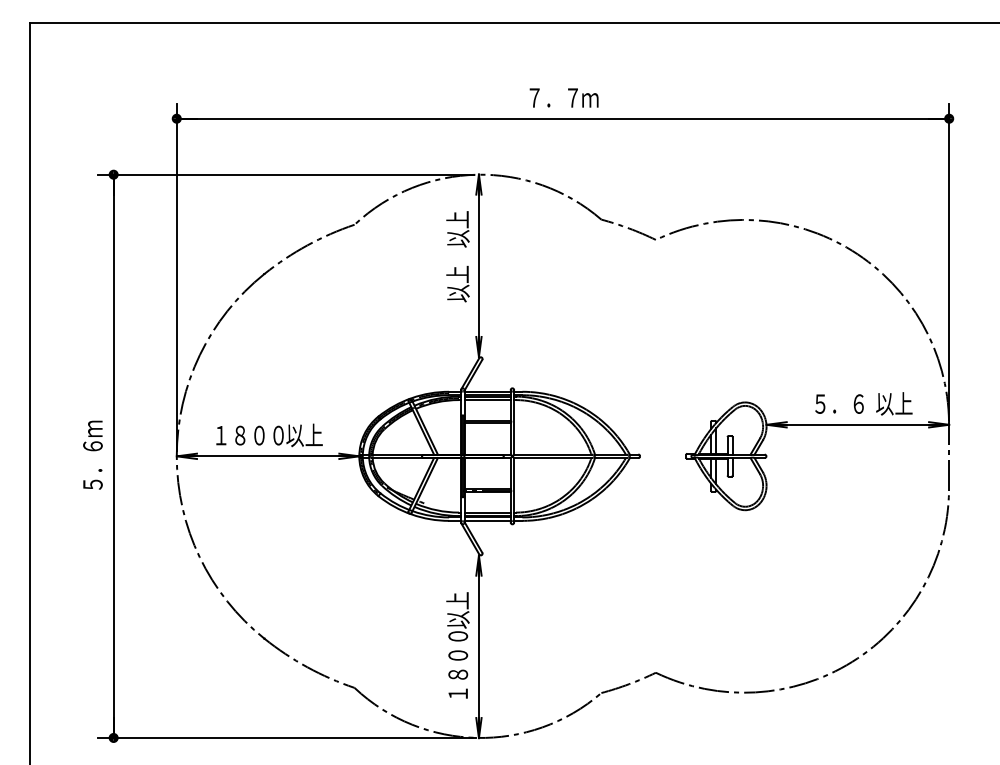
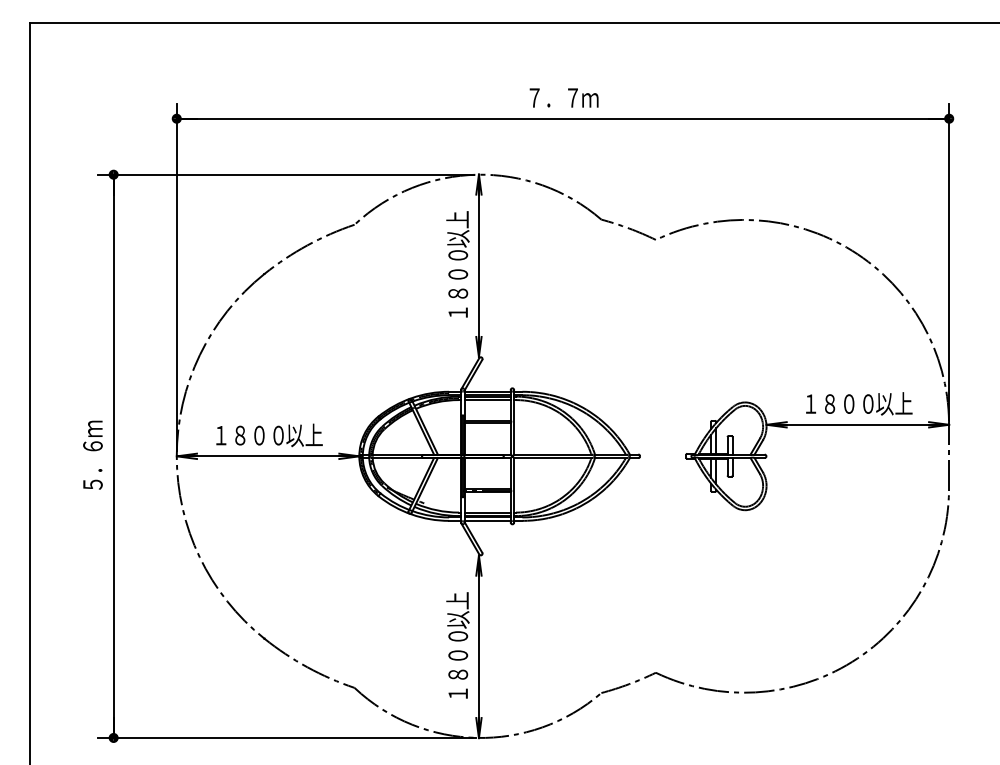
text at (457, 283): 以上 -> １８００
text at (839, 403): ５．６ -> １８００
